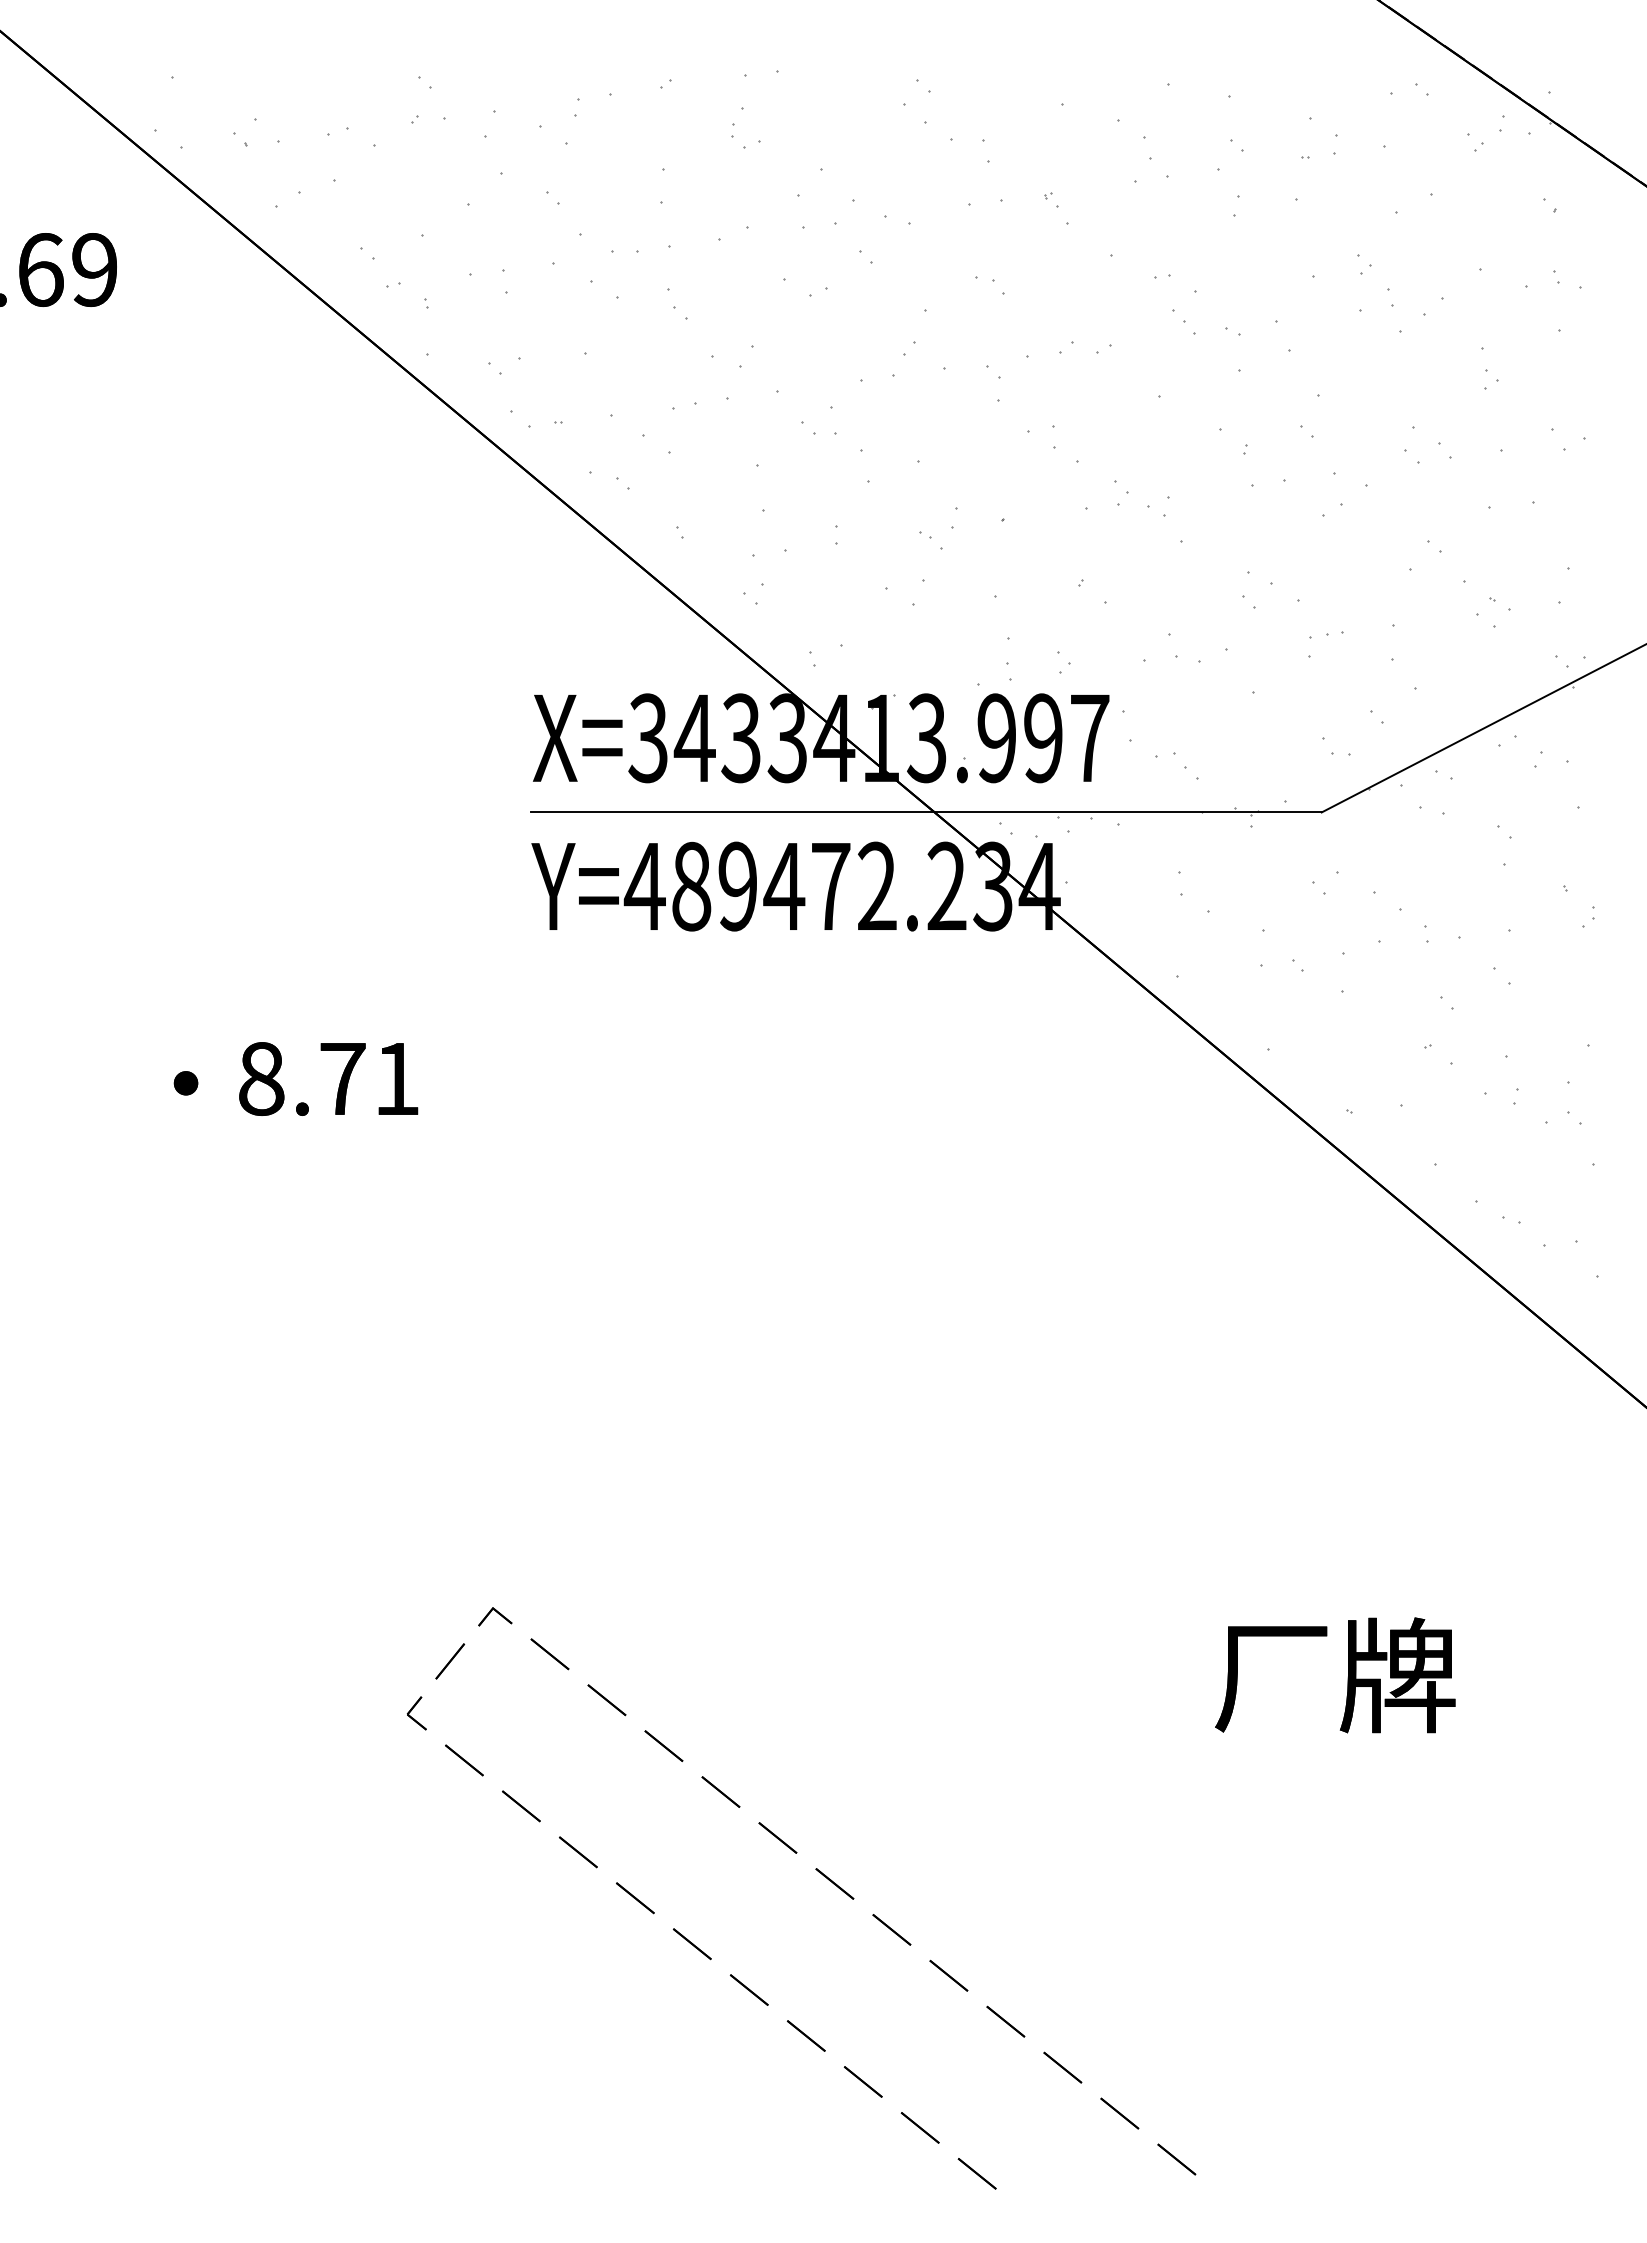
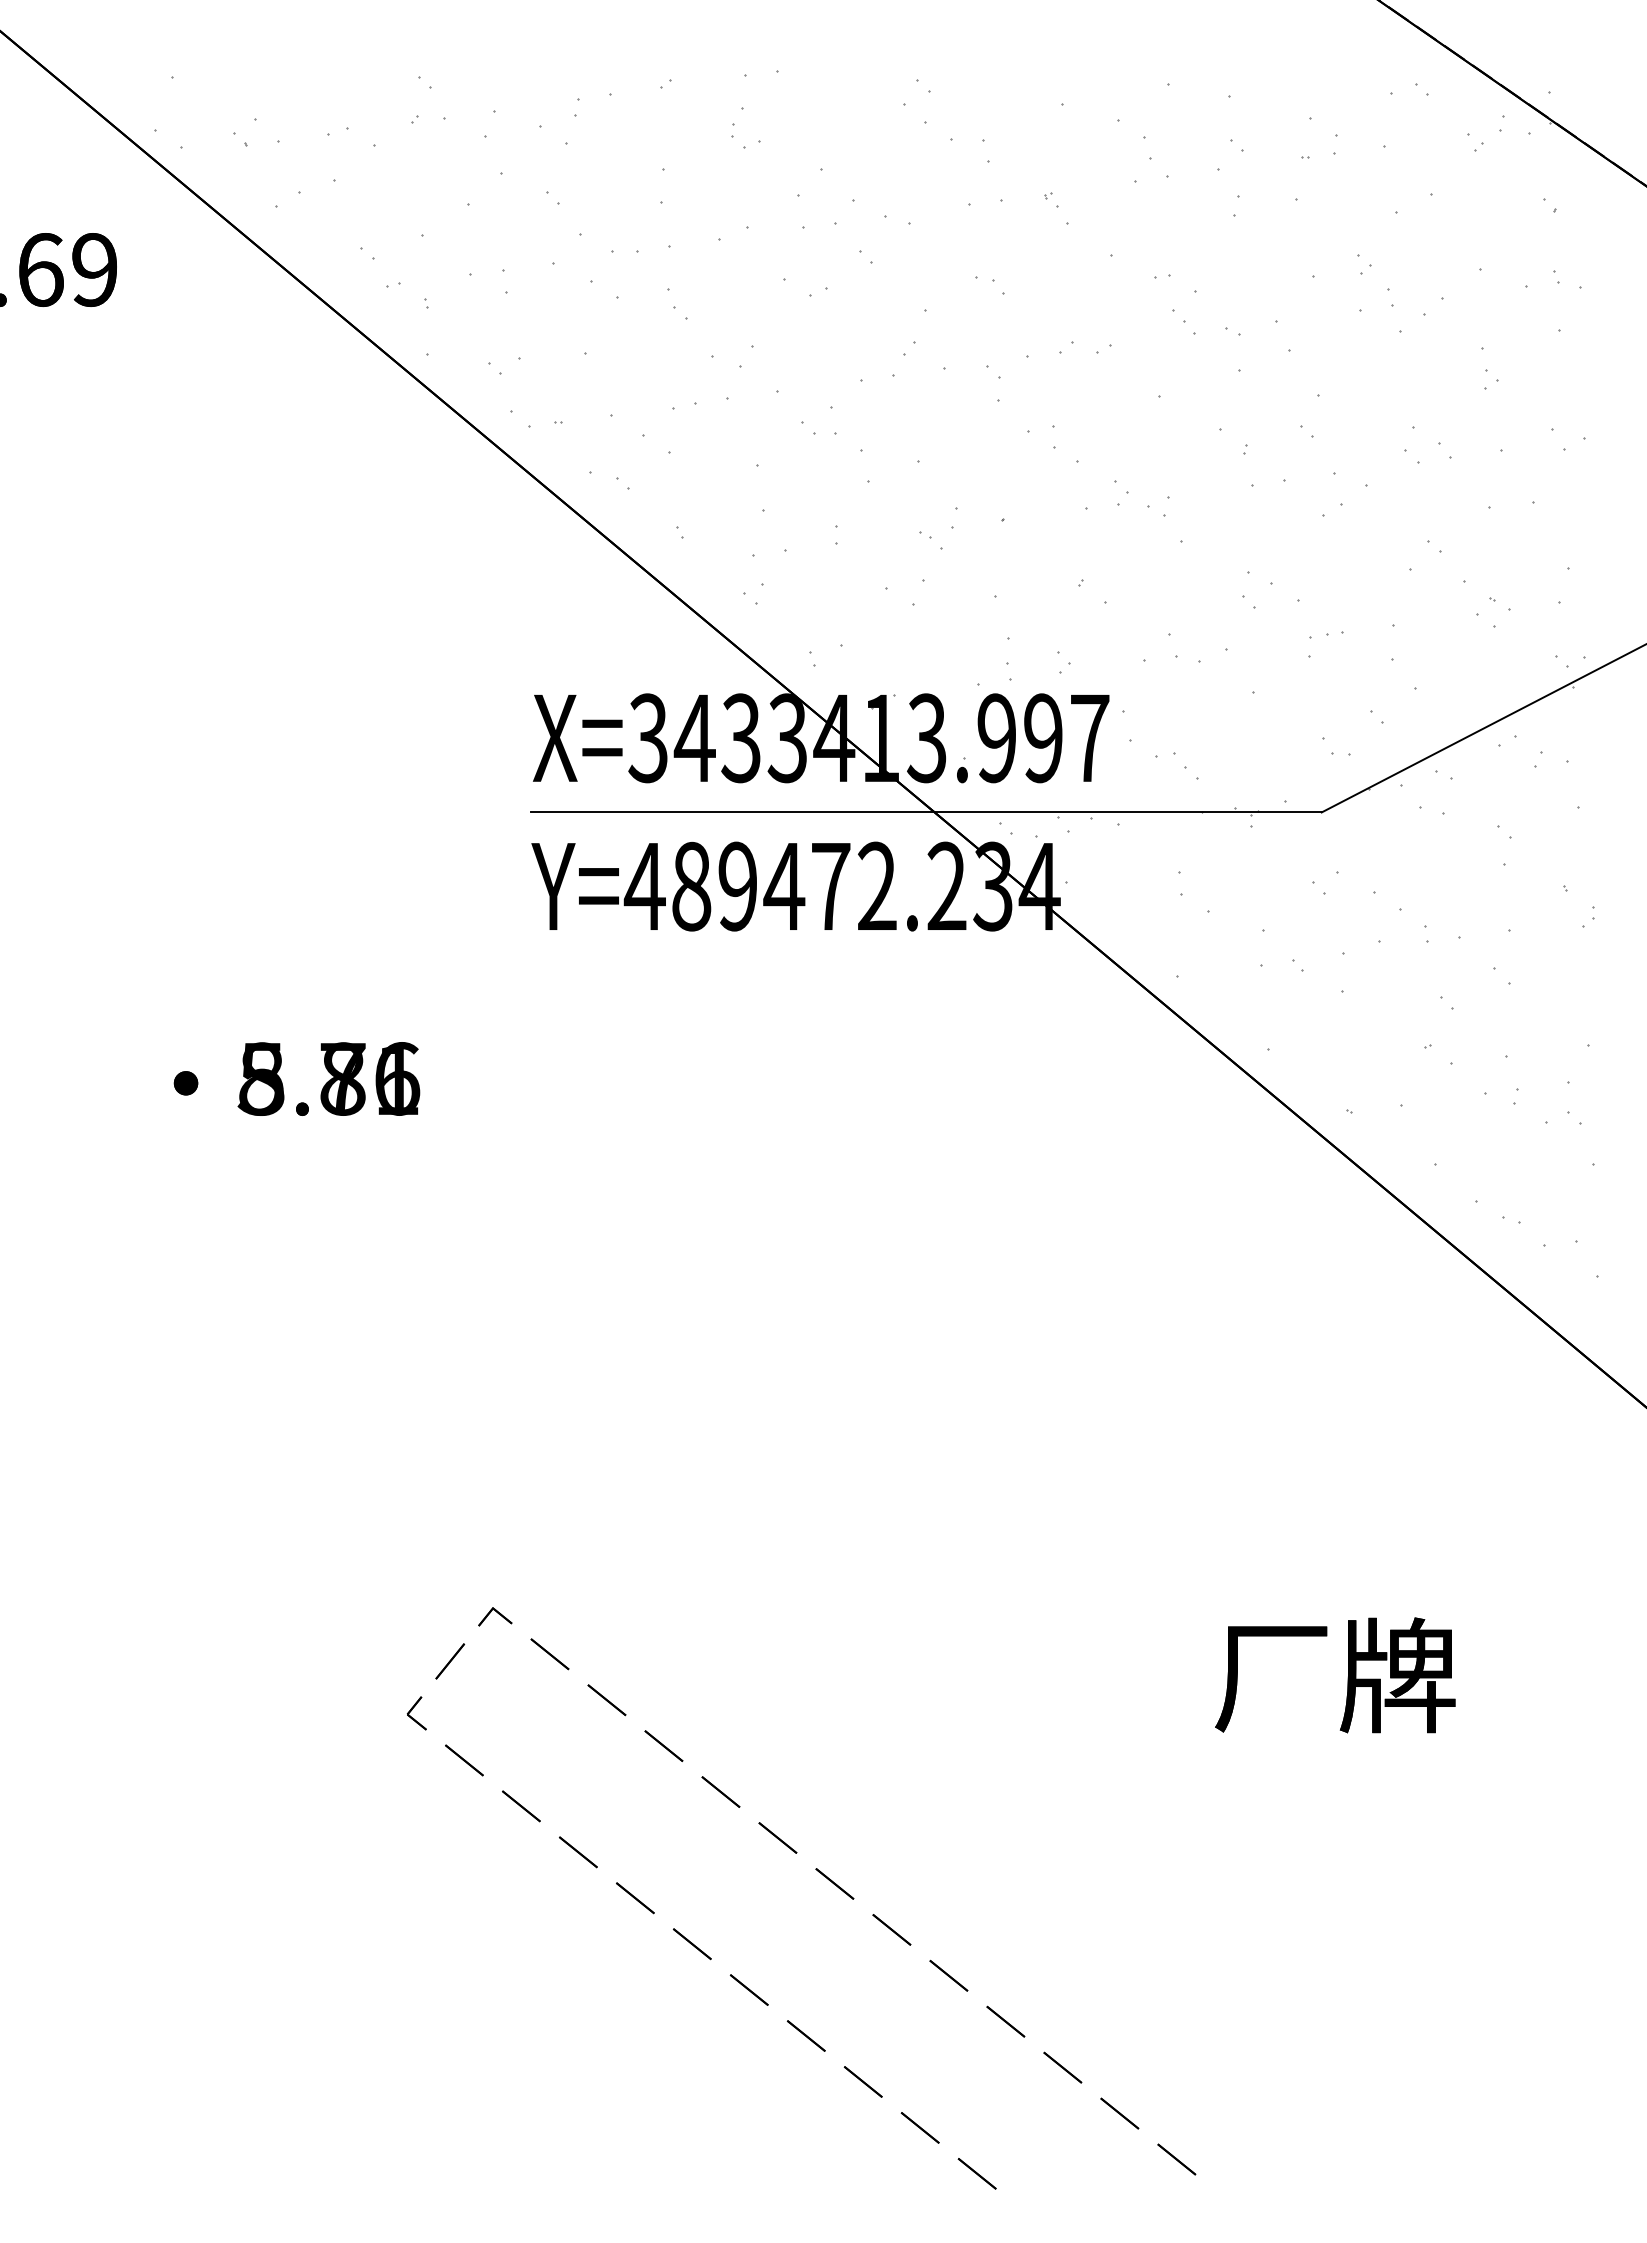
text at (328, 1078): 8.71 -> 5.86
